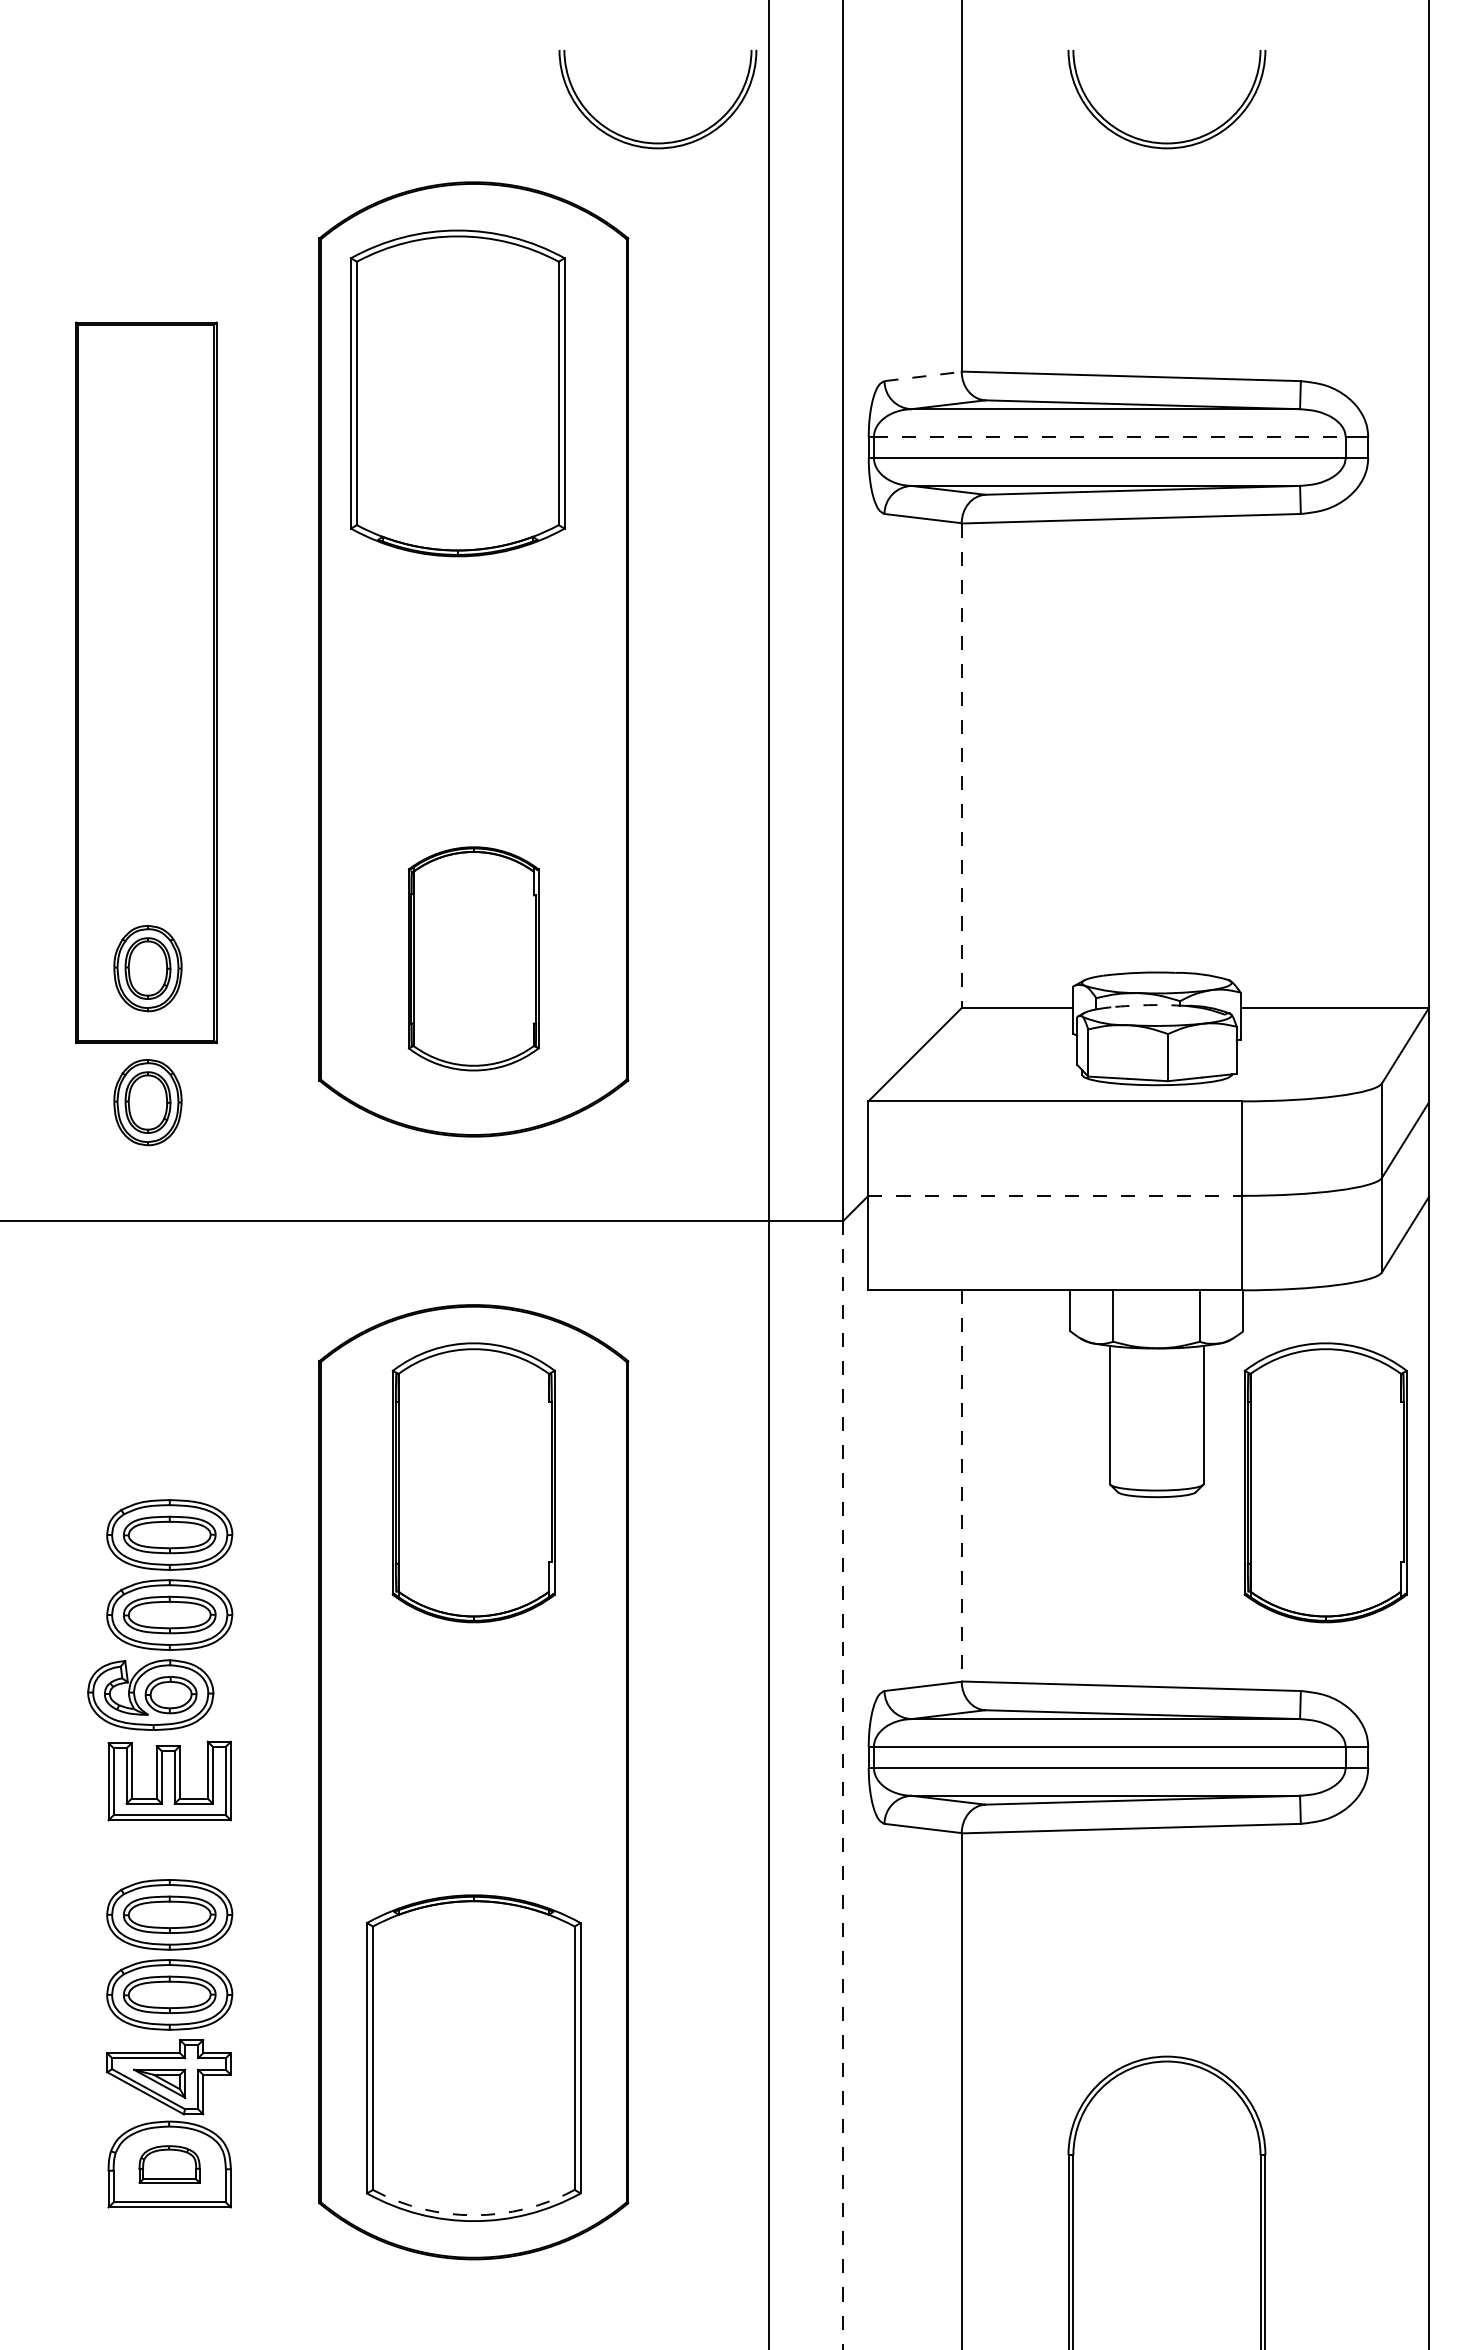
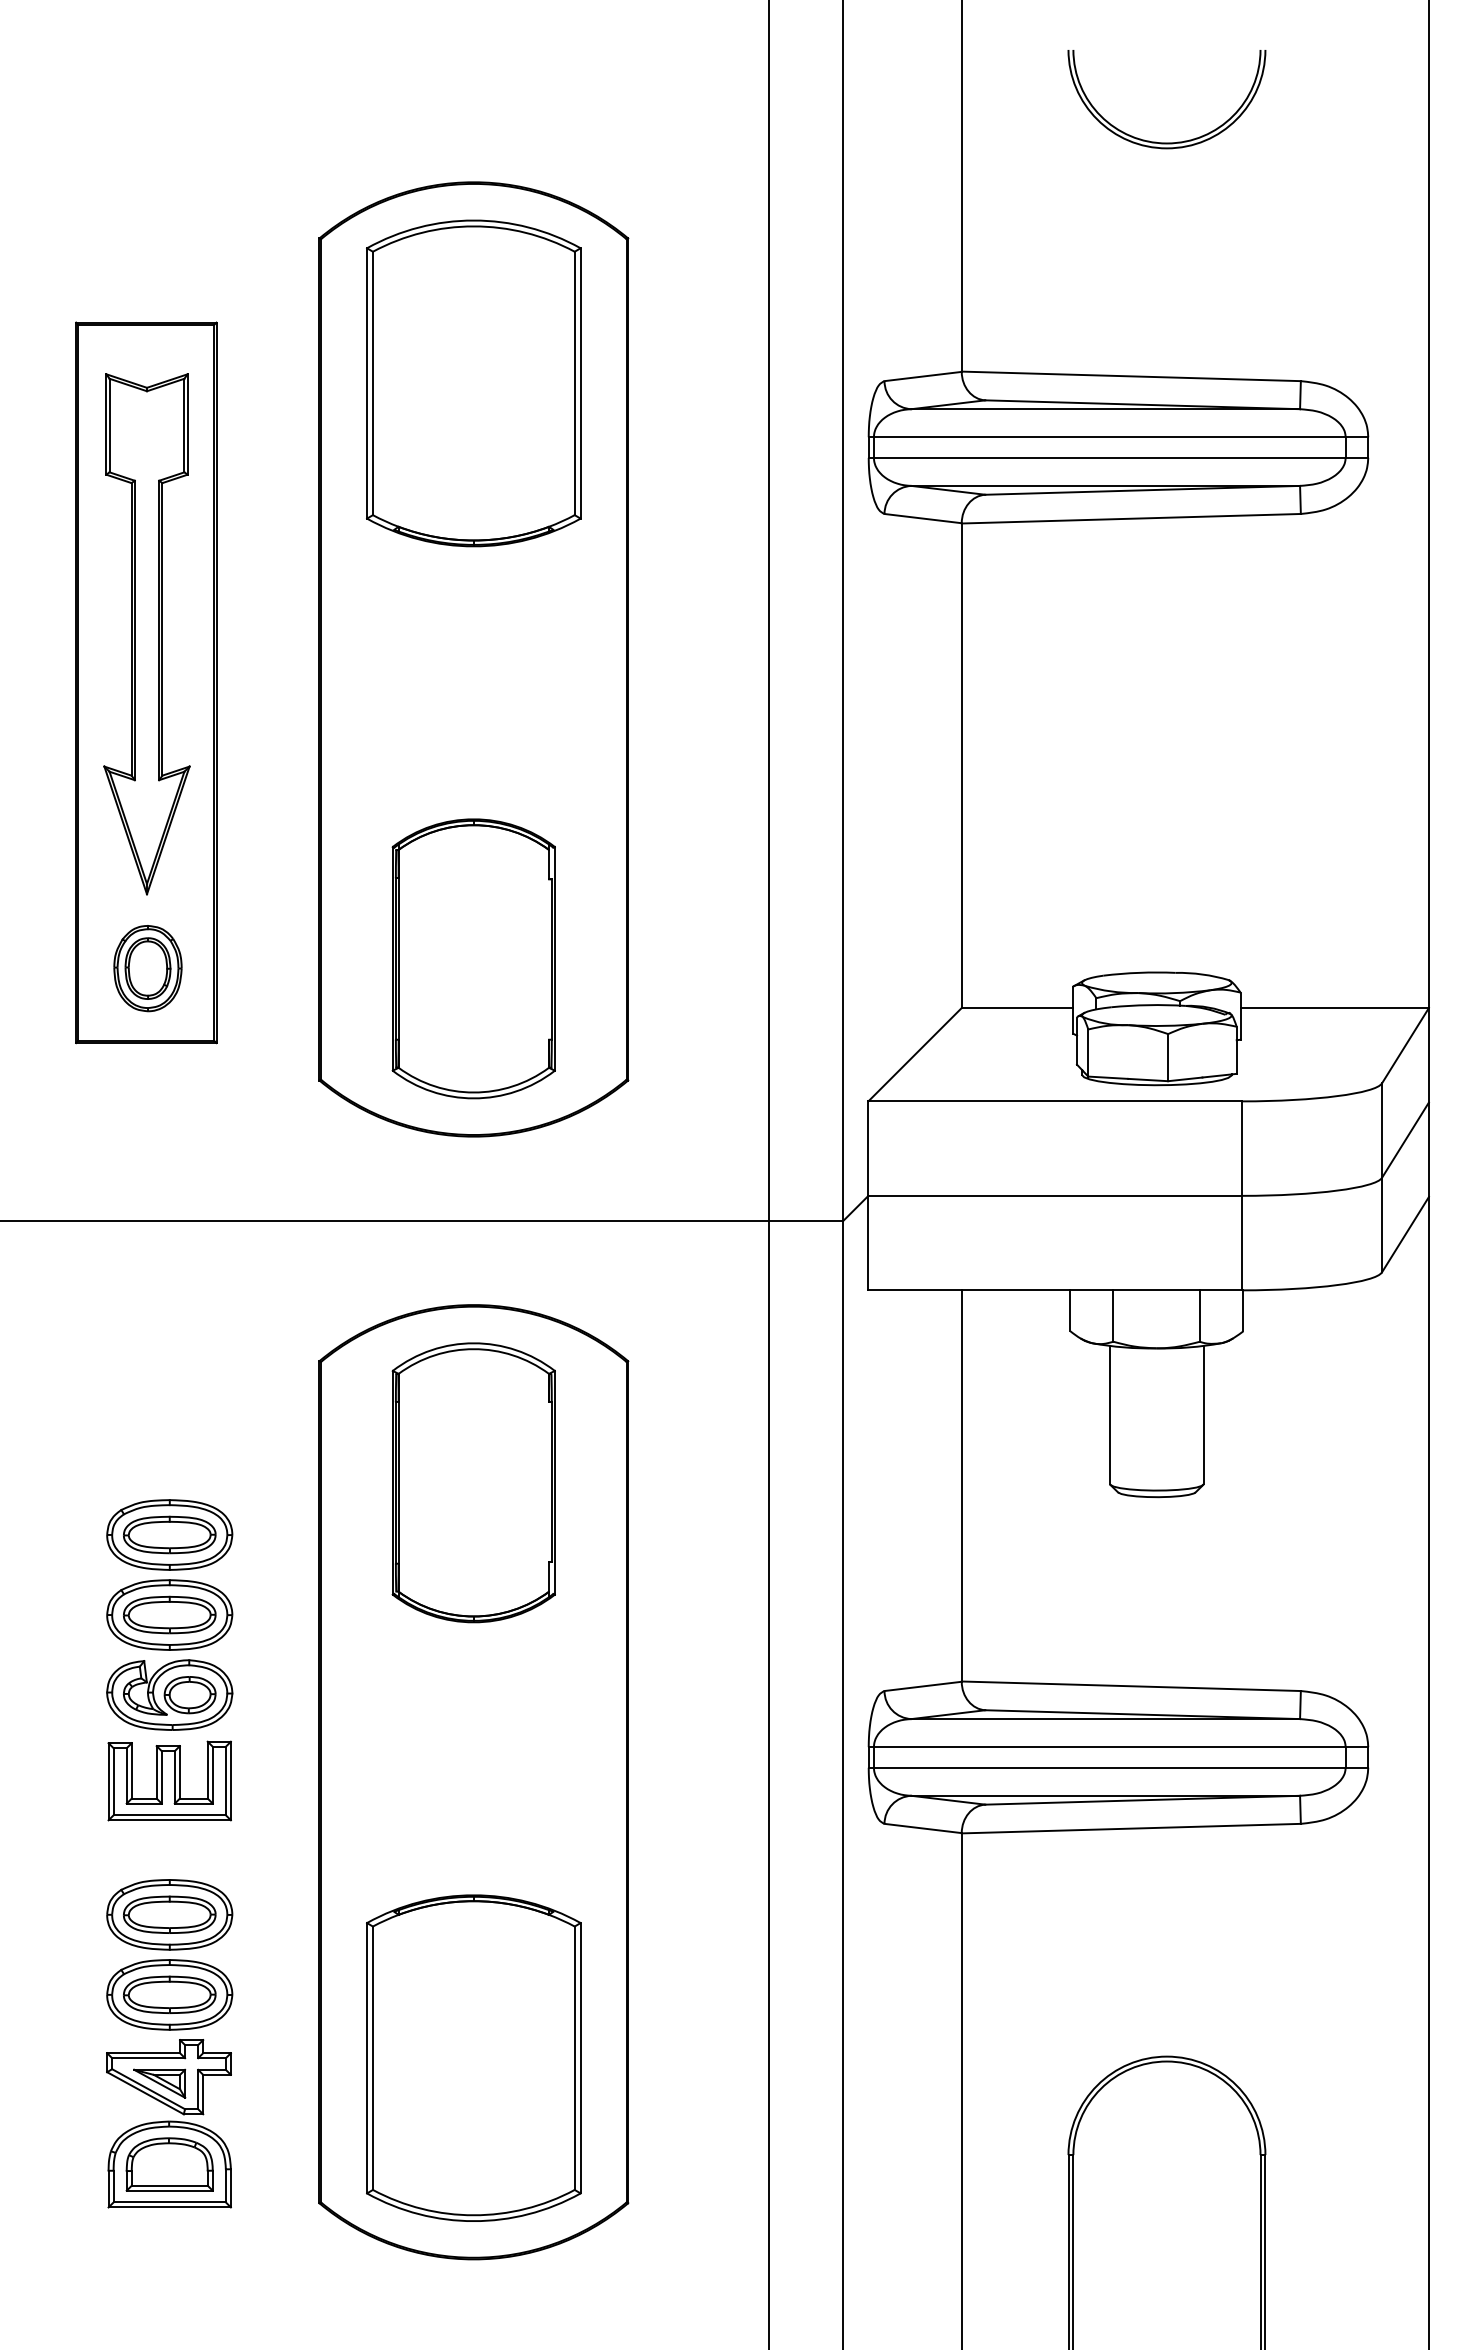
part at (657, 142): present -> none
line at (923, 376): dashed -> solid
part at (457, 393) position: (457, 393) -> (473, 383)
line at (1109, 437): dashed -> solid
part at (146, 634): none -> present
line at (961, 766): dashed -> solid
part at (473, 958) size: 133x226 px -> 165x282 px
arc at (1148, 1005): dashed -> solid
part at (147, 1102): present -> none
line at (1055, 1195): dashed -> solid
part at (1325, 1482): present -> none
line at (961, 1485): dashed -> solid
part at (150, 1694) position: (150, 1694) -> (169, 1694)
line at (843, 1785): dashed -> solid
part at (169, 2164) size: 63x39 px -> 89x55 px
arc at (473, 2215): dashed -> solid
